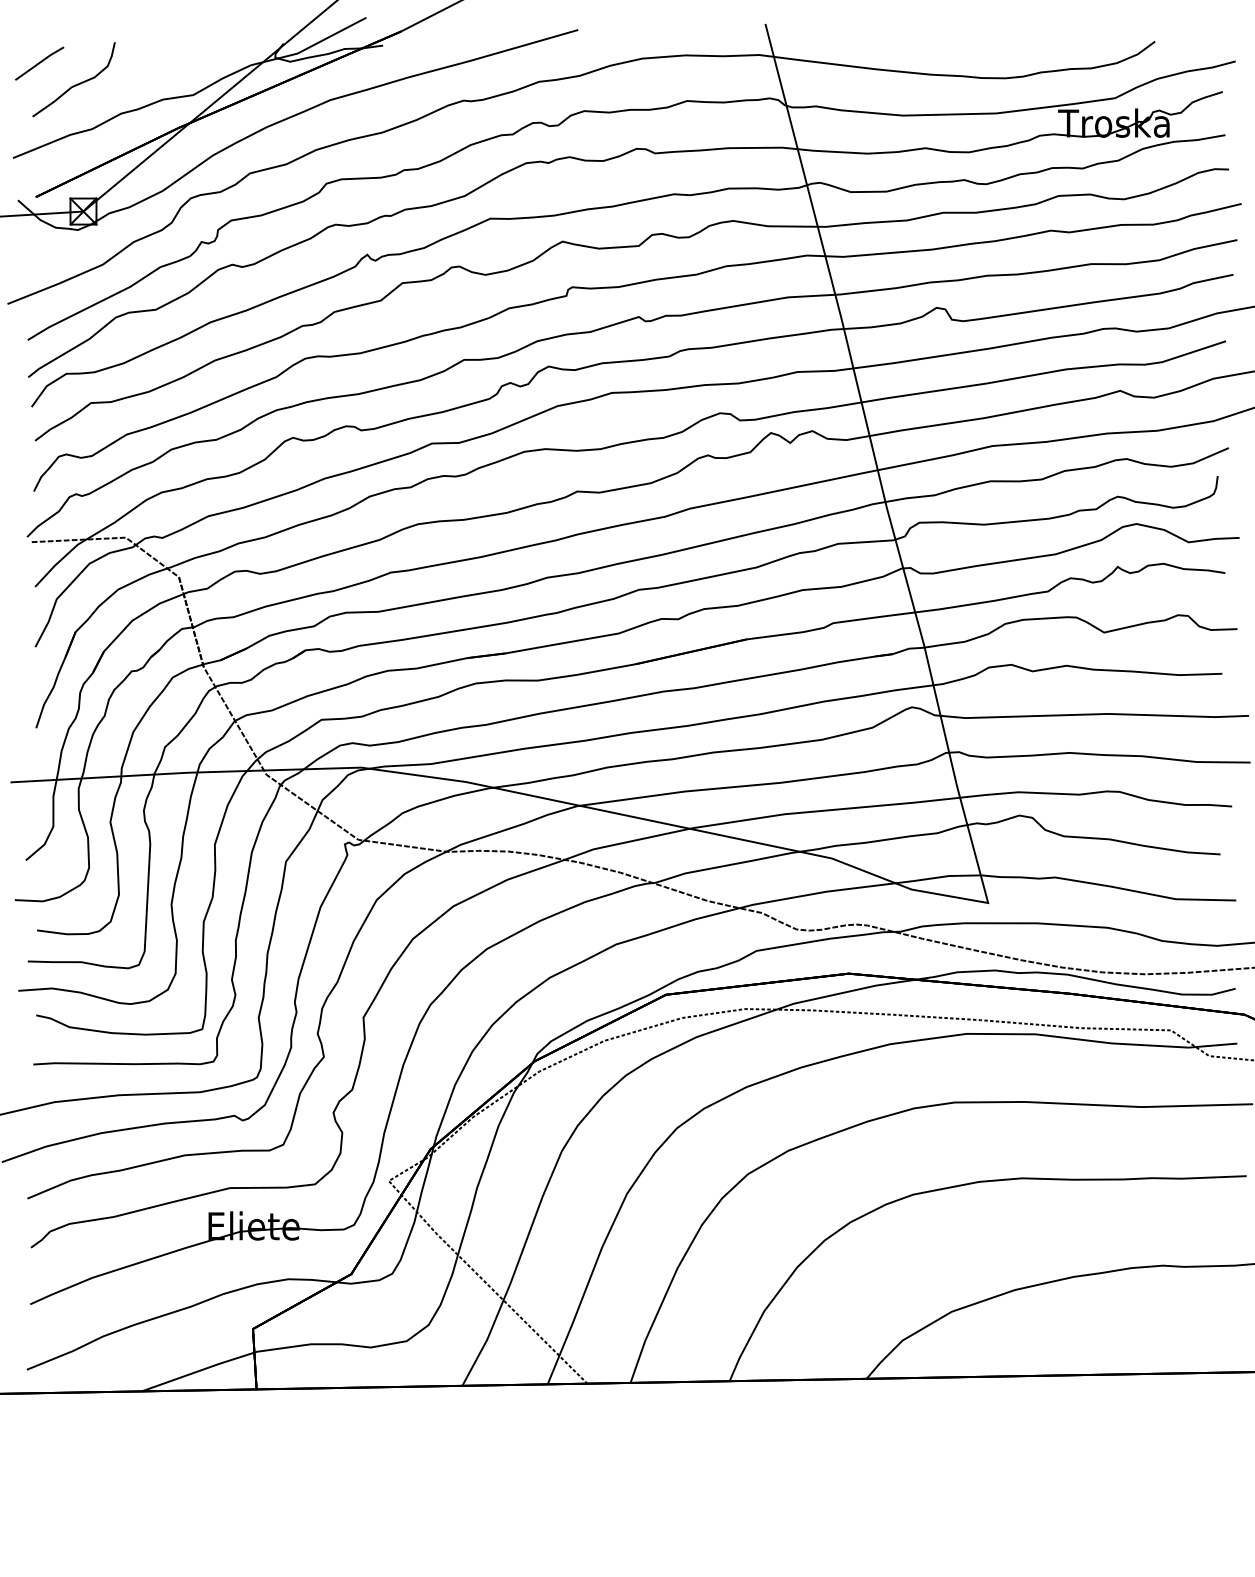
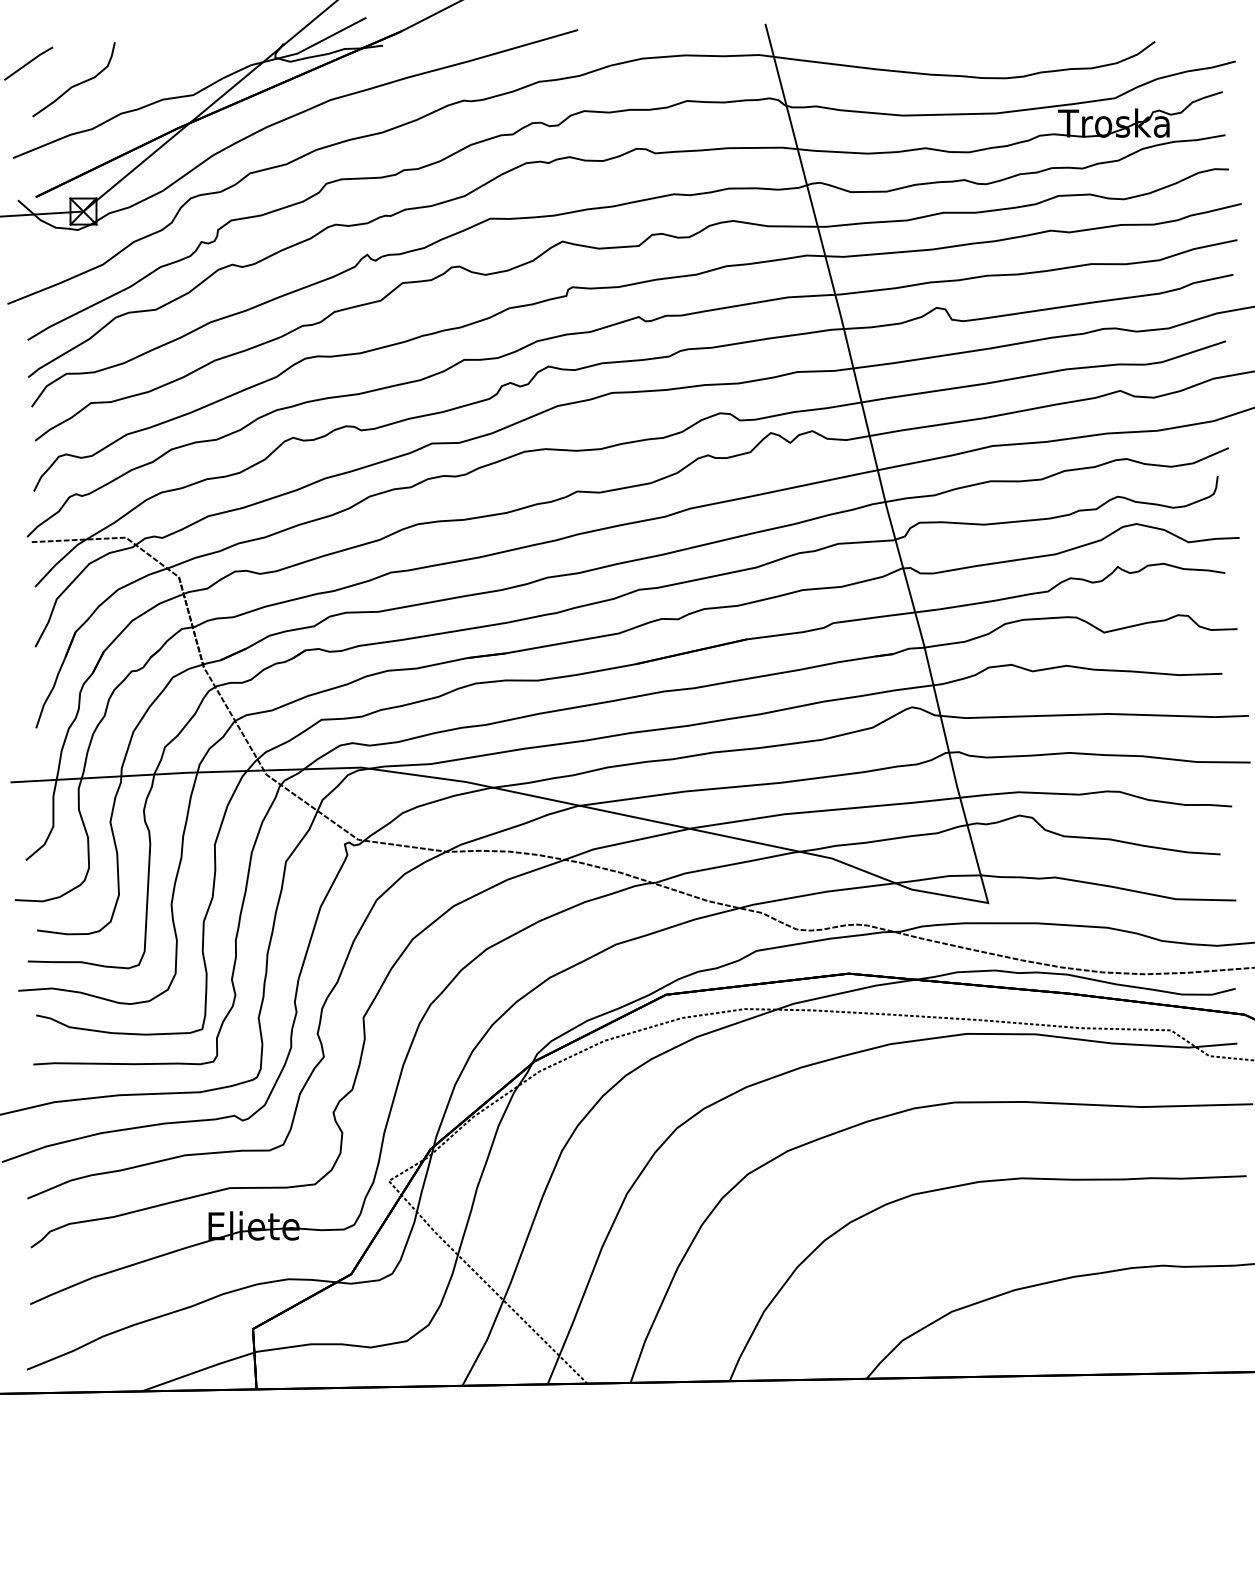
line at (39, 63) position: (39, 63) -> (28, 63)
